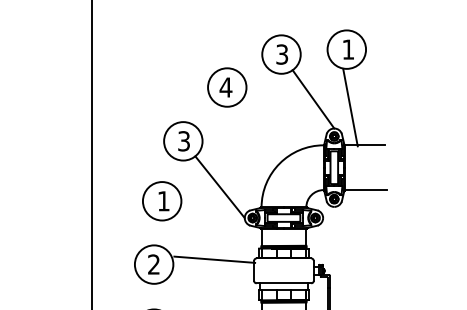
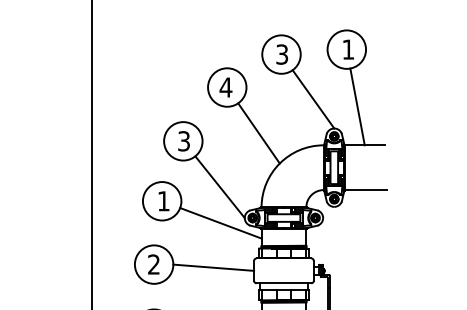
line at (350, 107) position: (350, 107) -> (357, 106)
line at (258, 133): none -> present
line at (220, 223): none -> present
line at (214, 259) position: (214, 259) -> (213, 267)
